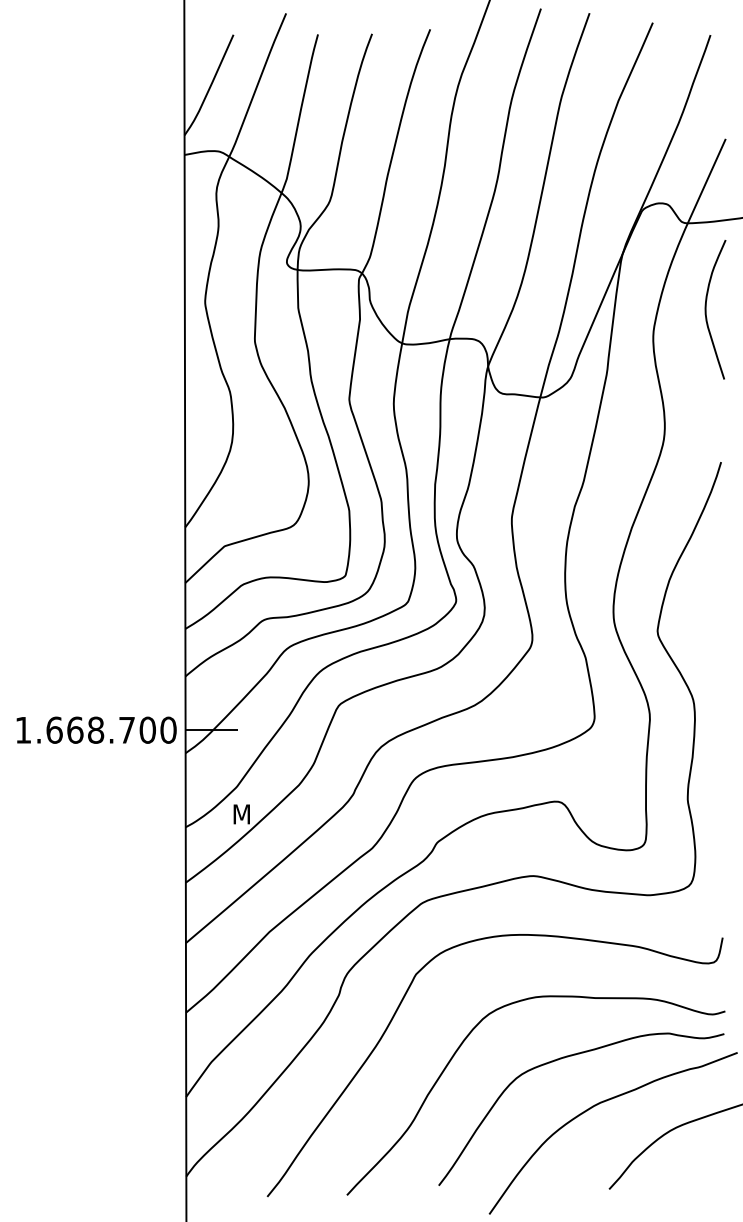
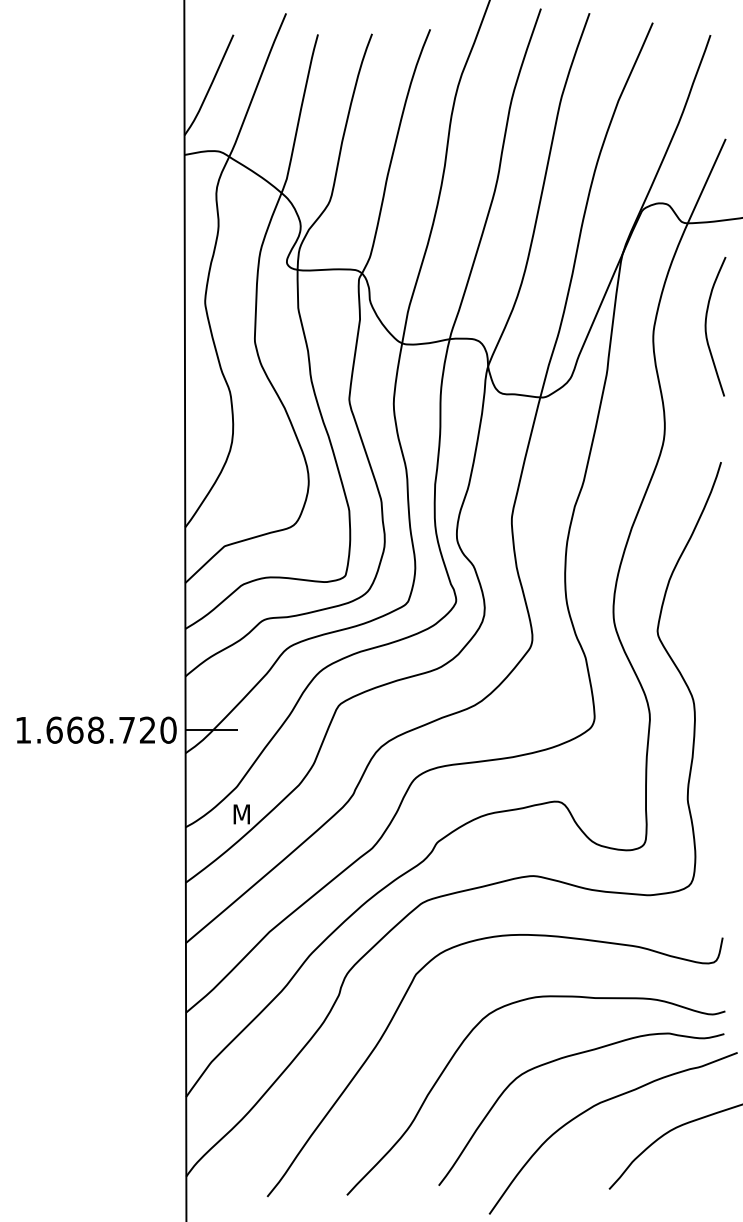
curve at (706, 309) position: (706, 309) -> (706, 326)
text at (147, 729): 1.668.700 -> 1.668.720
